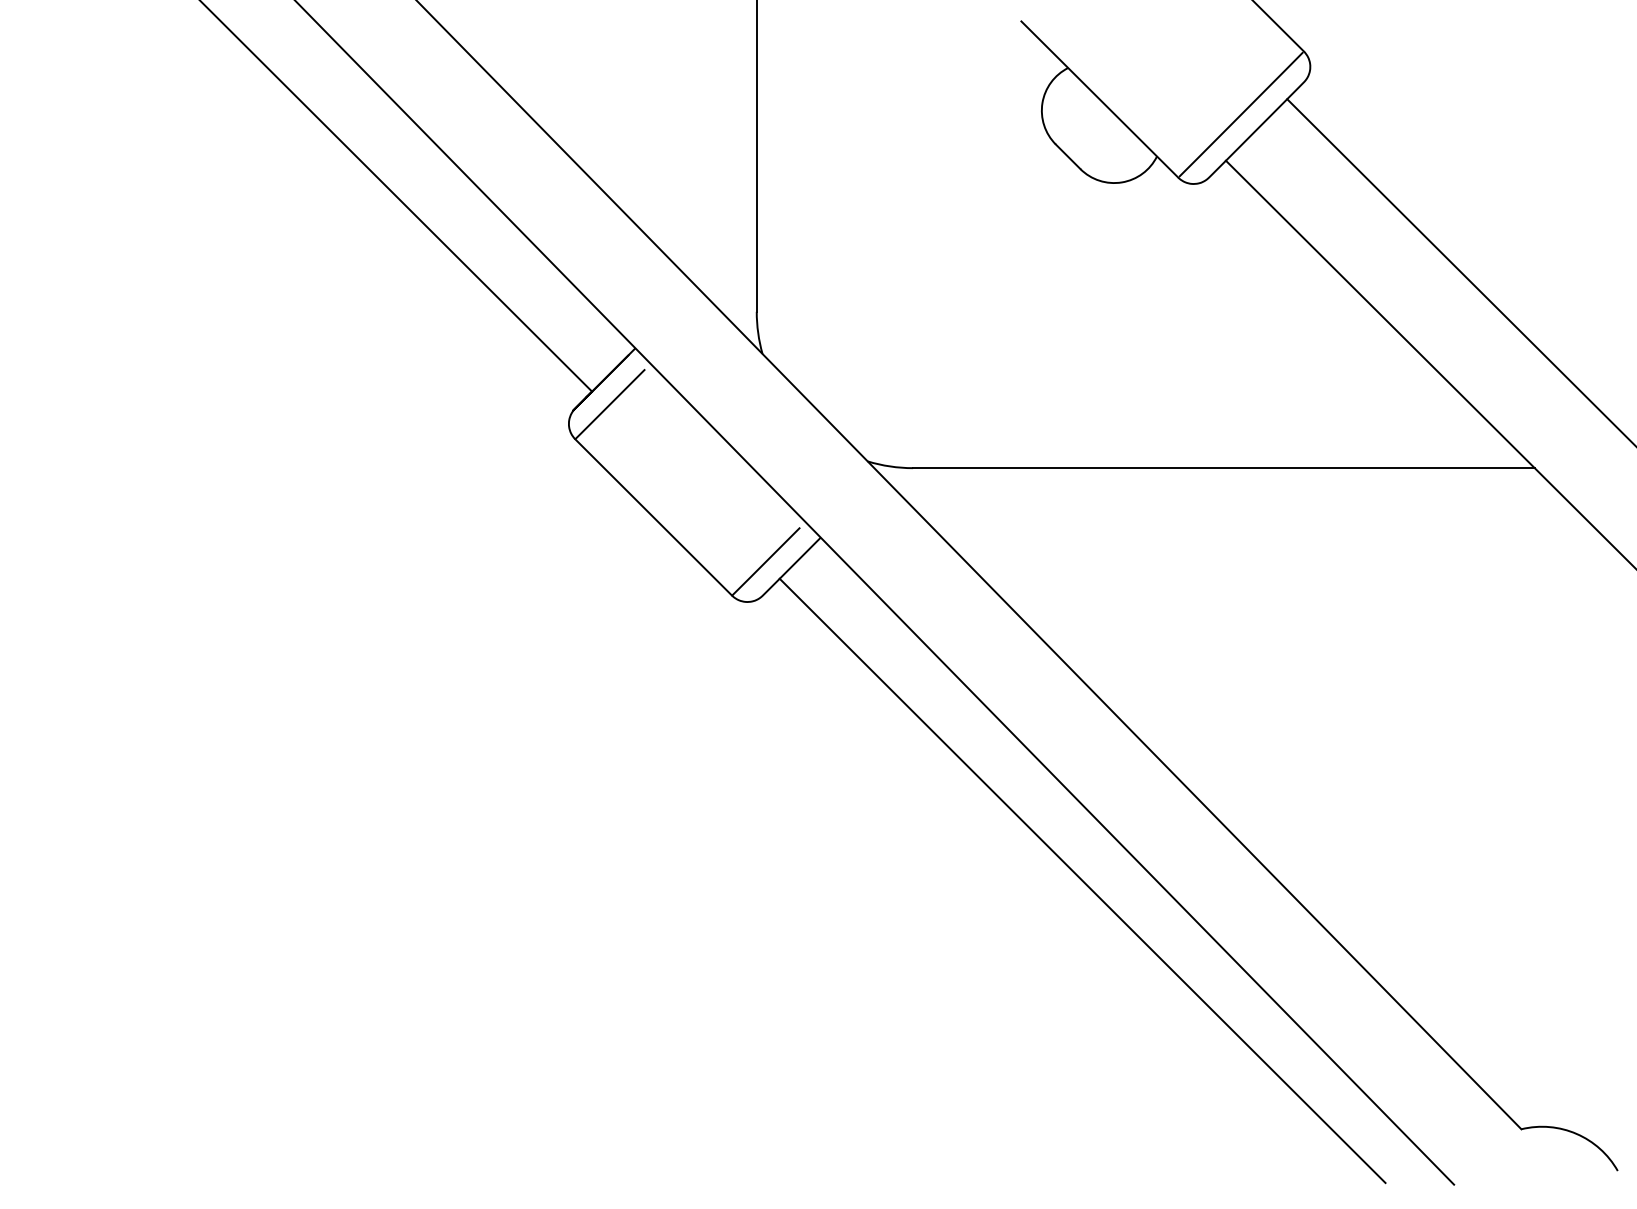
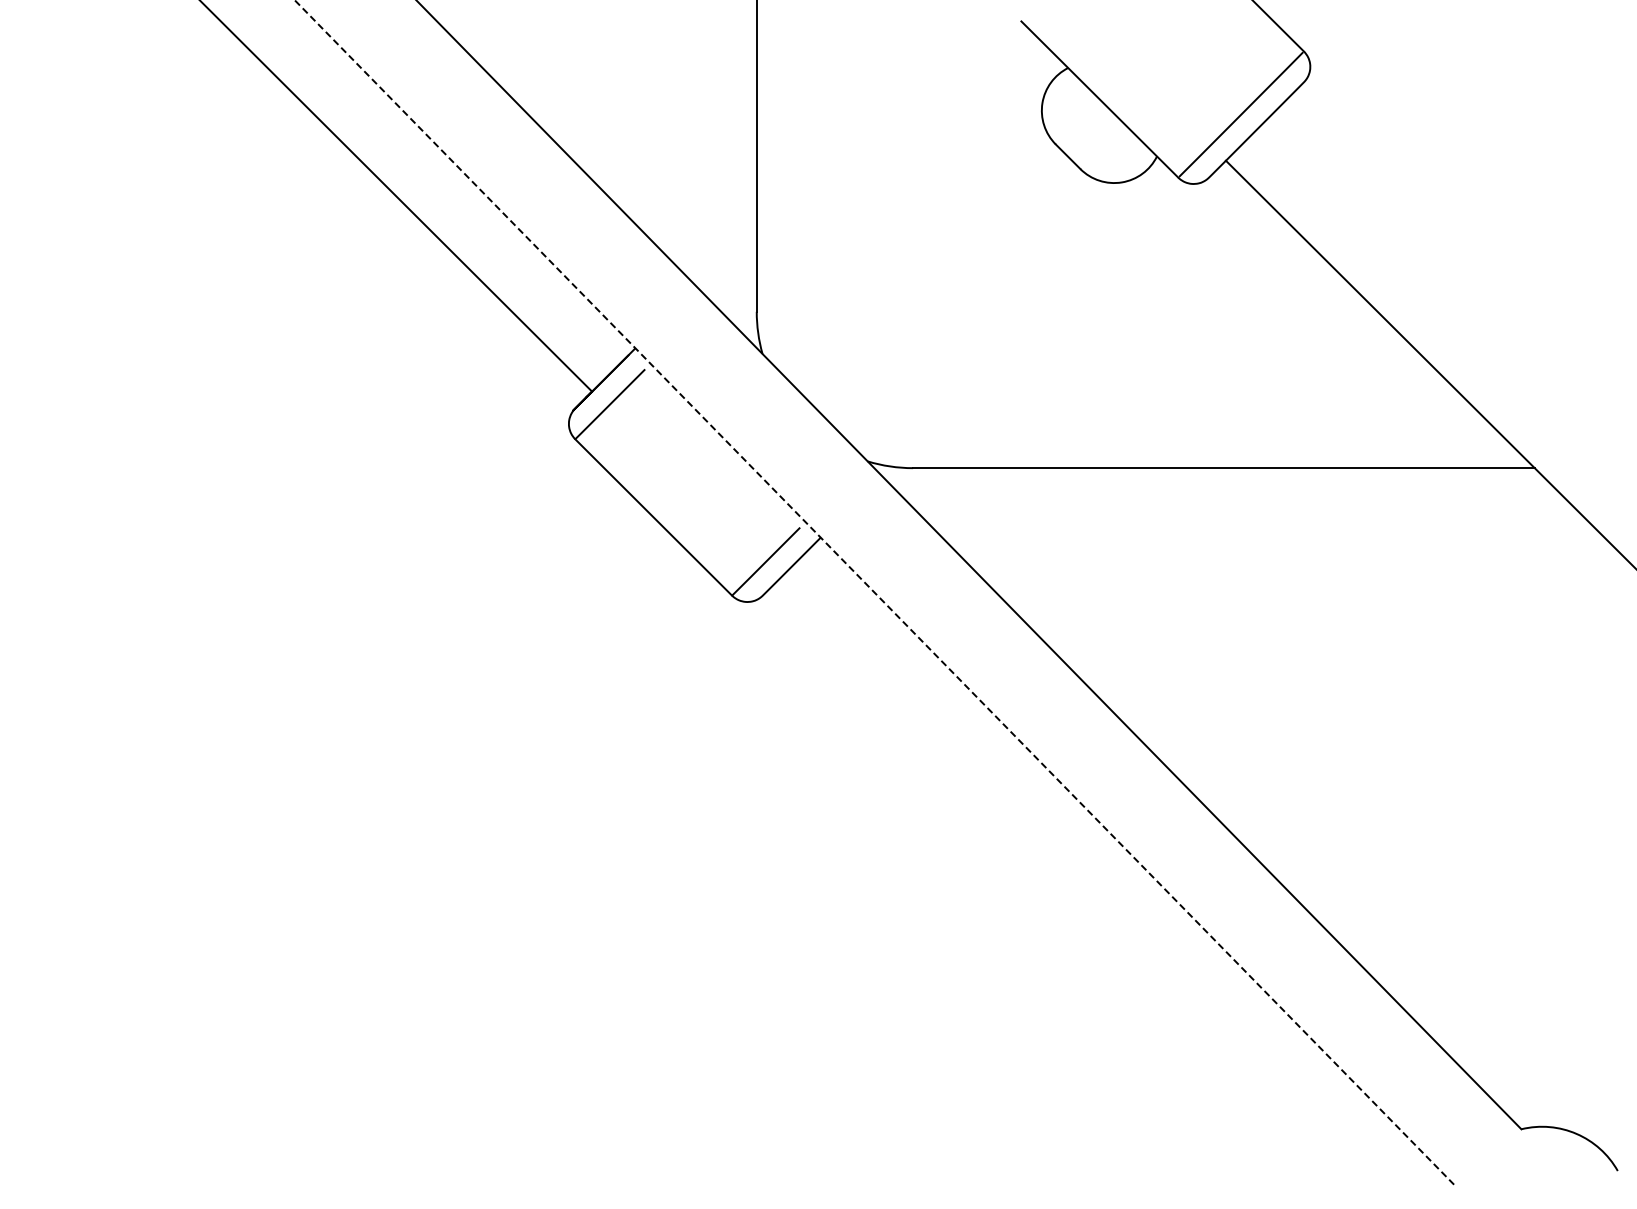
line at (1460, 271): present -> none
line at (874, 592): solid -> dashed
line at (1082, 880): present -> none
